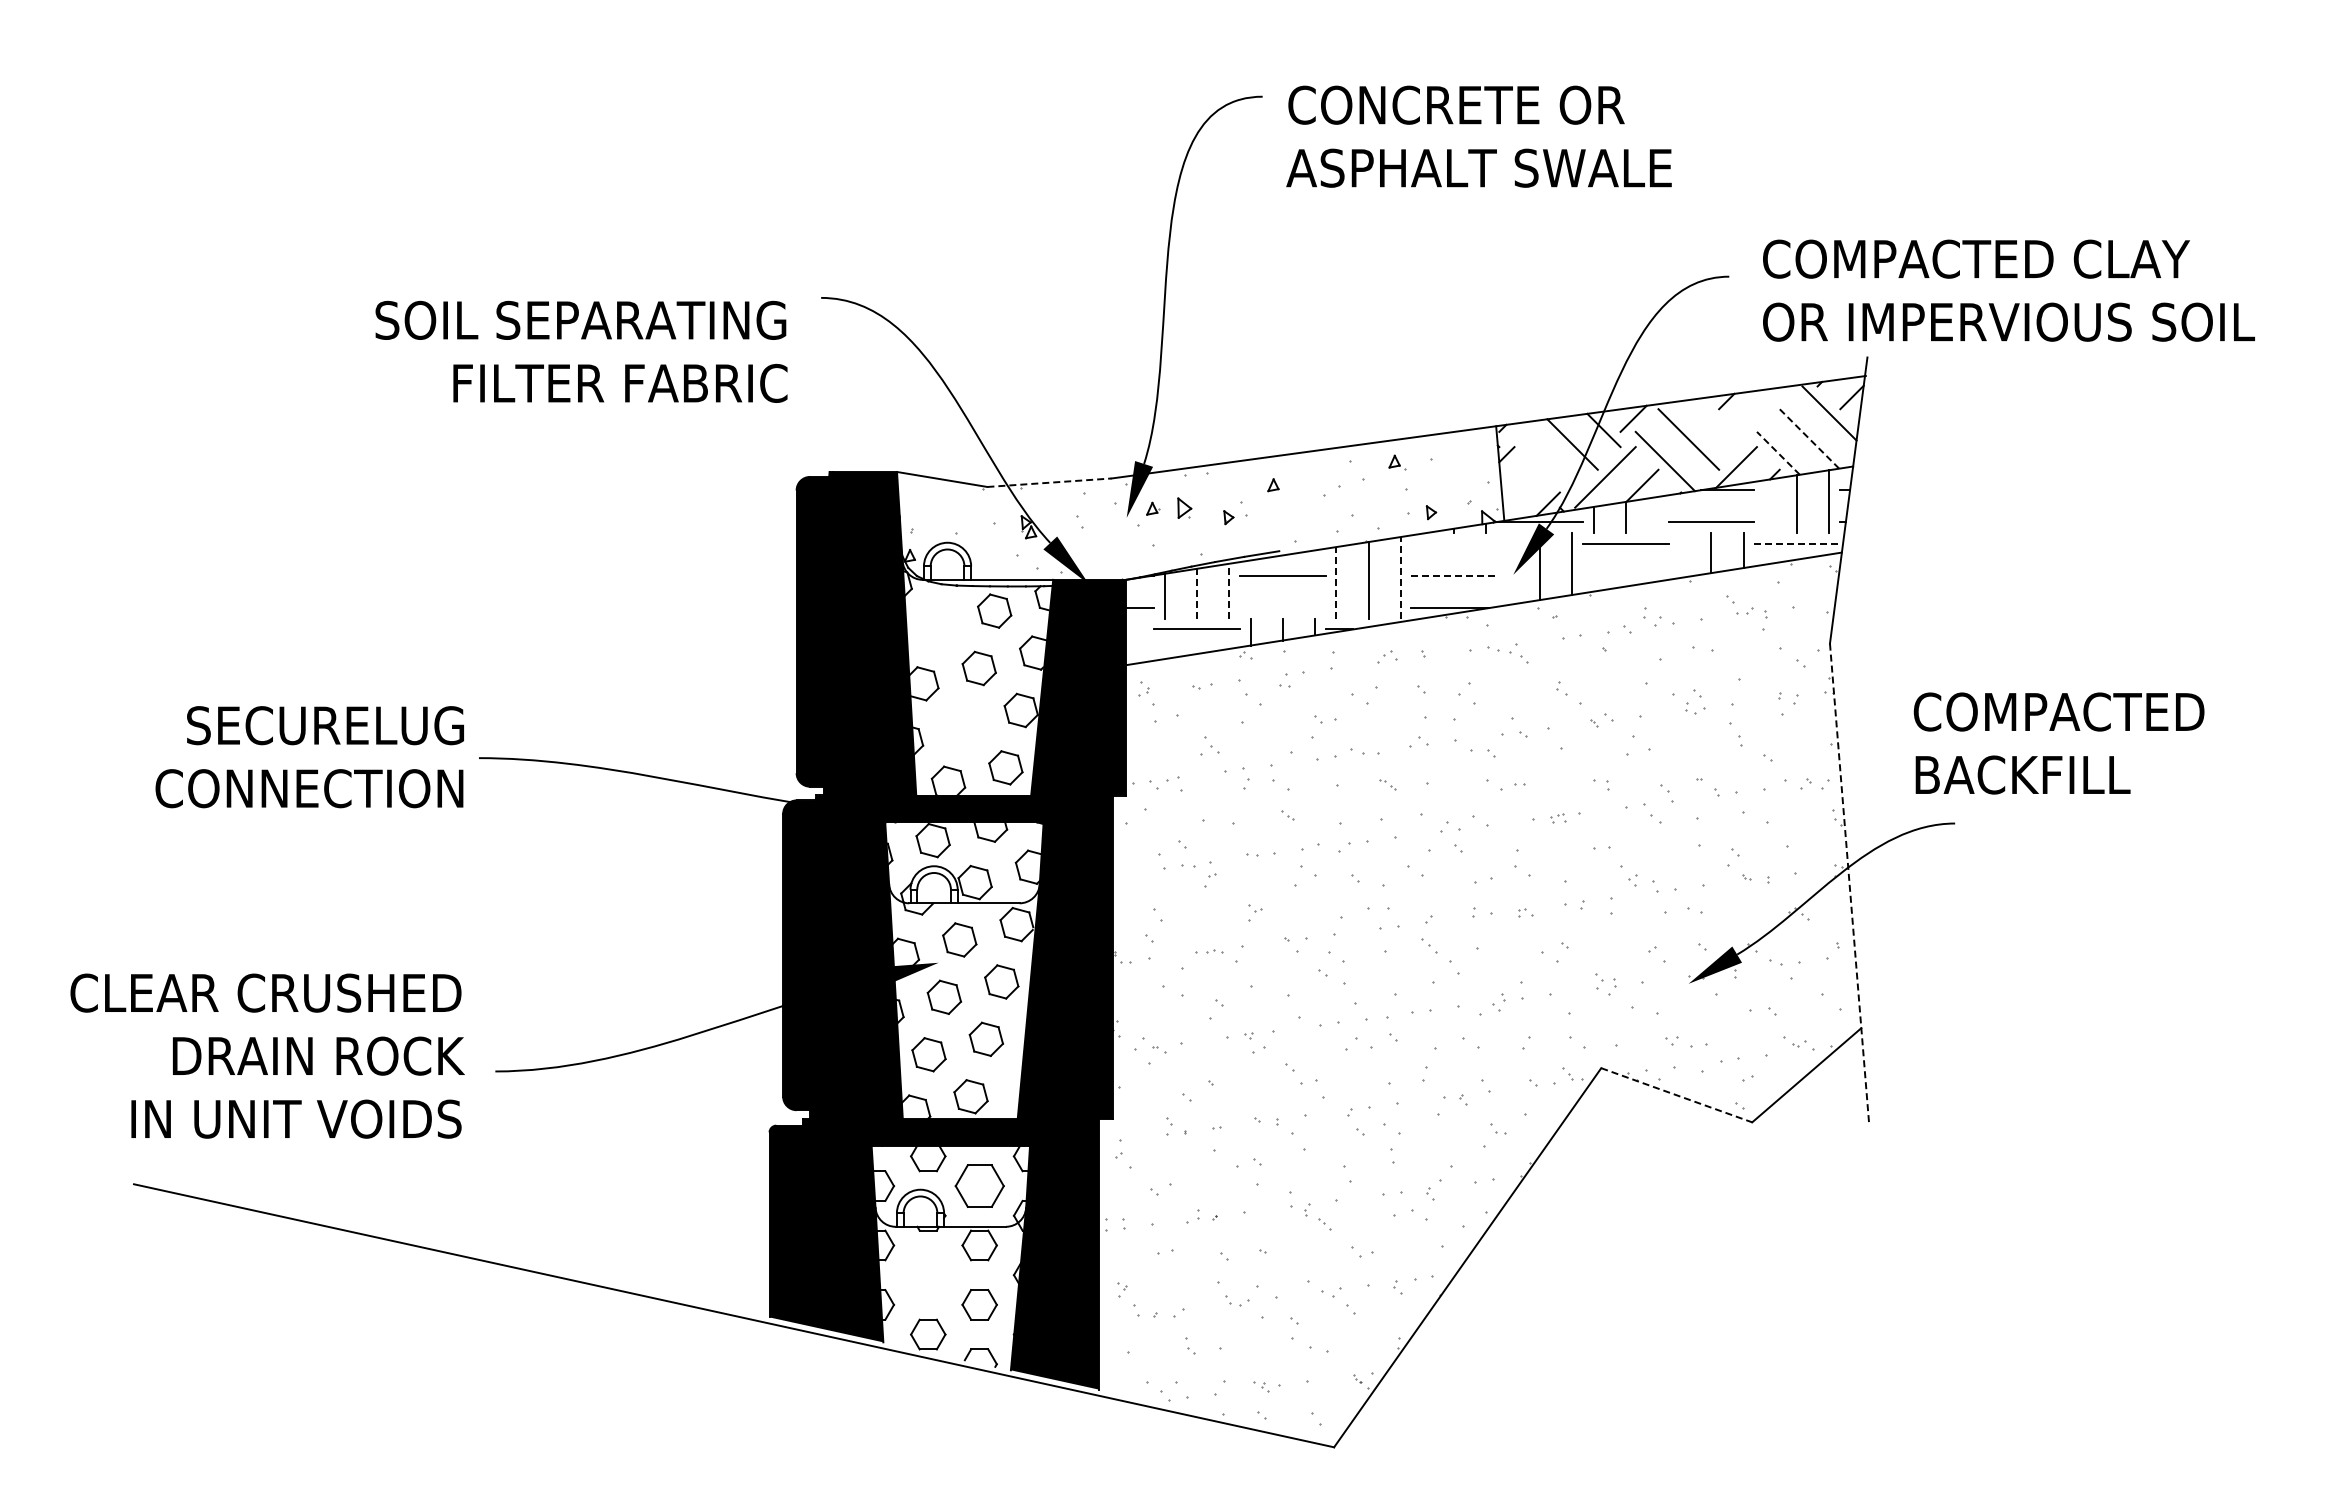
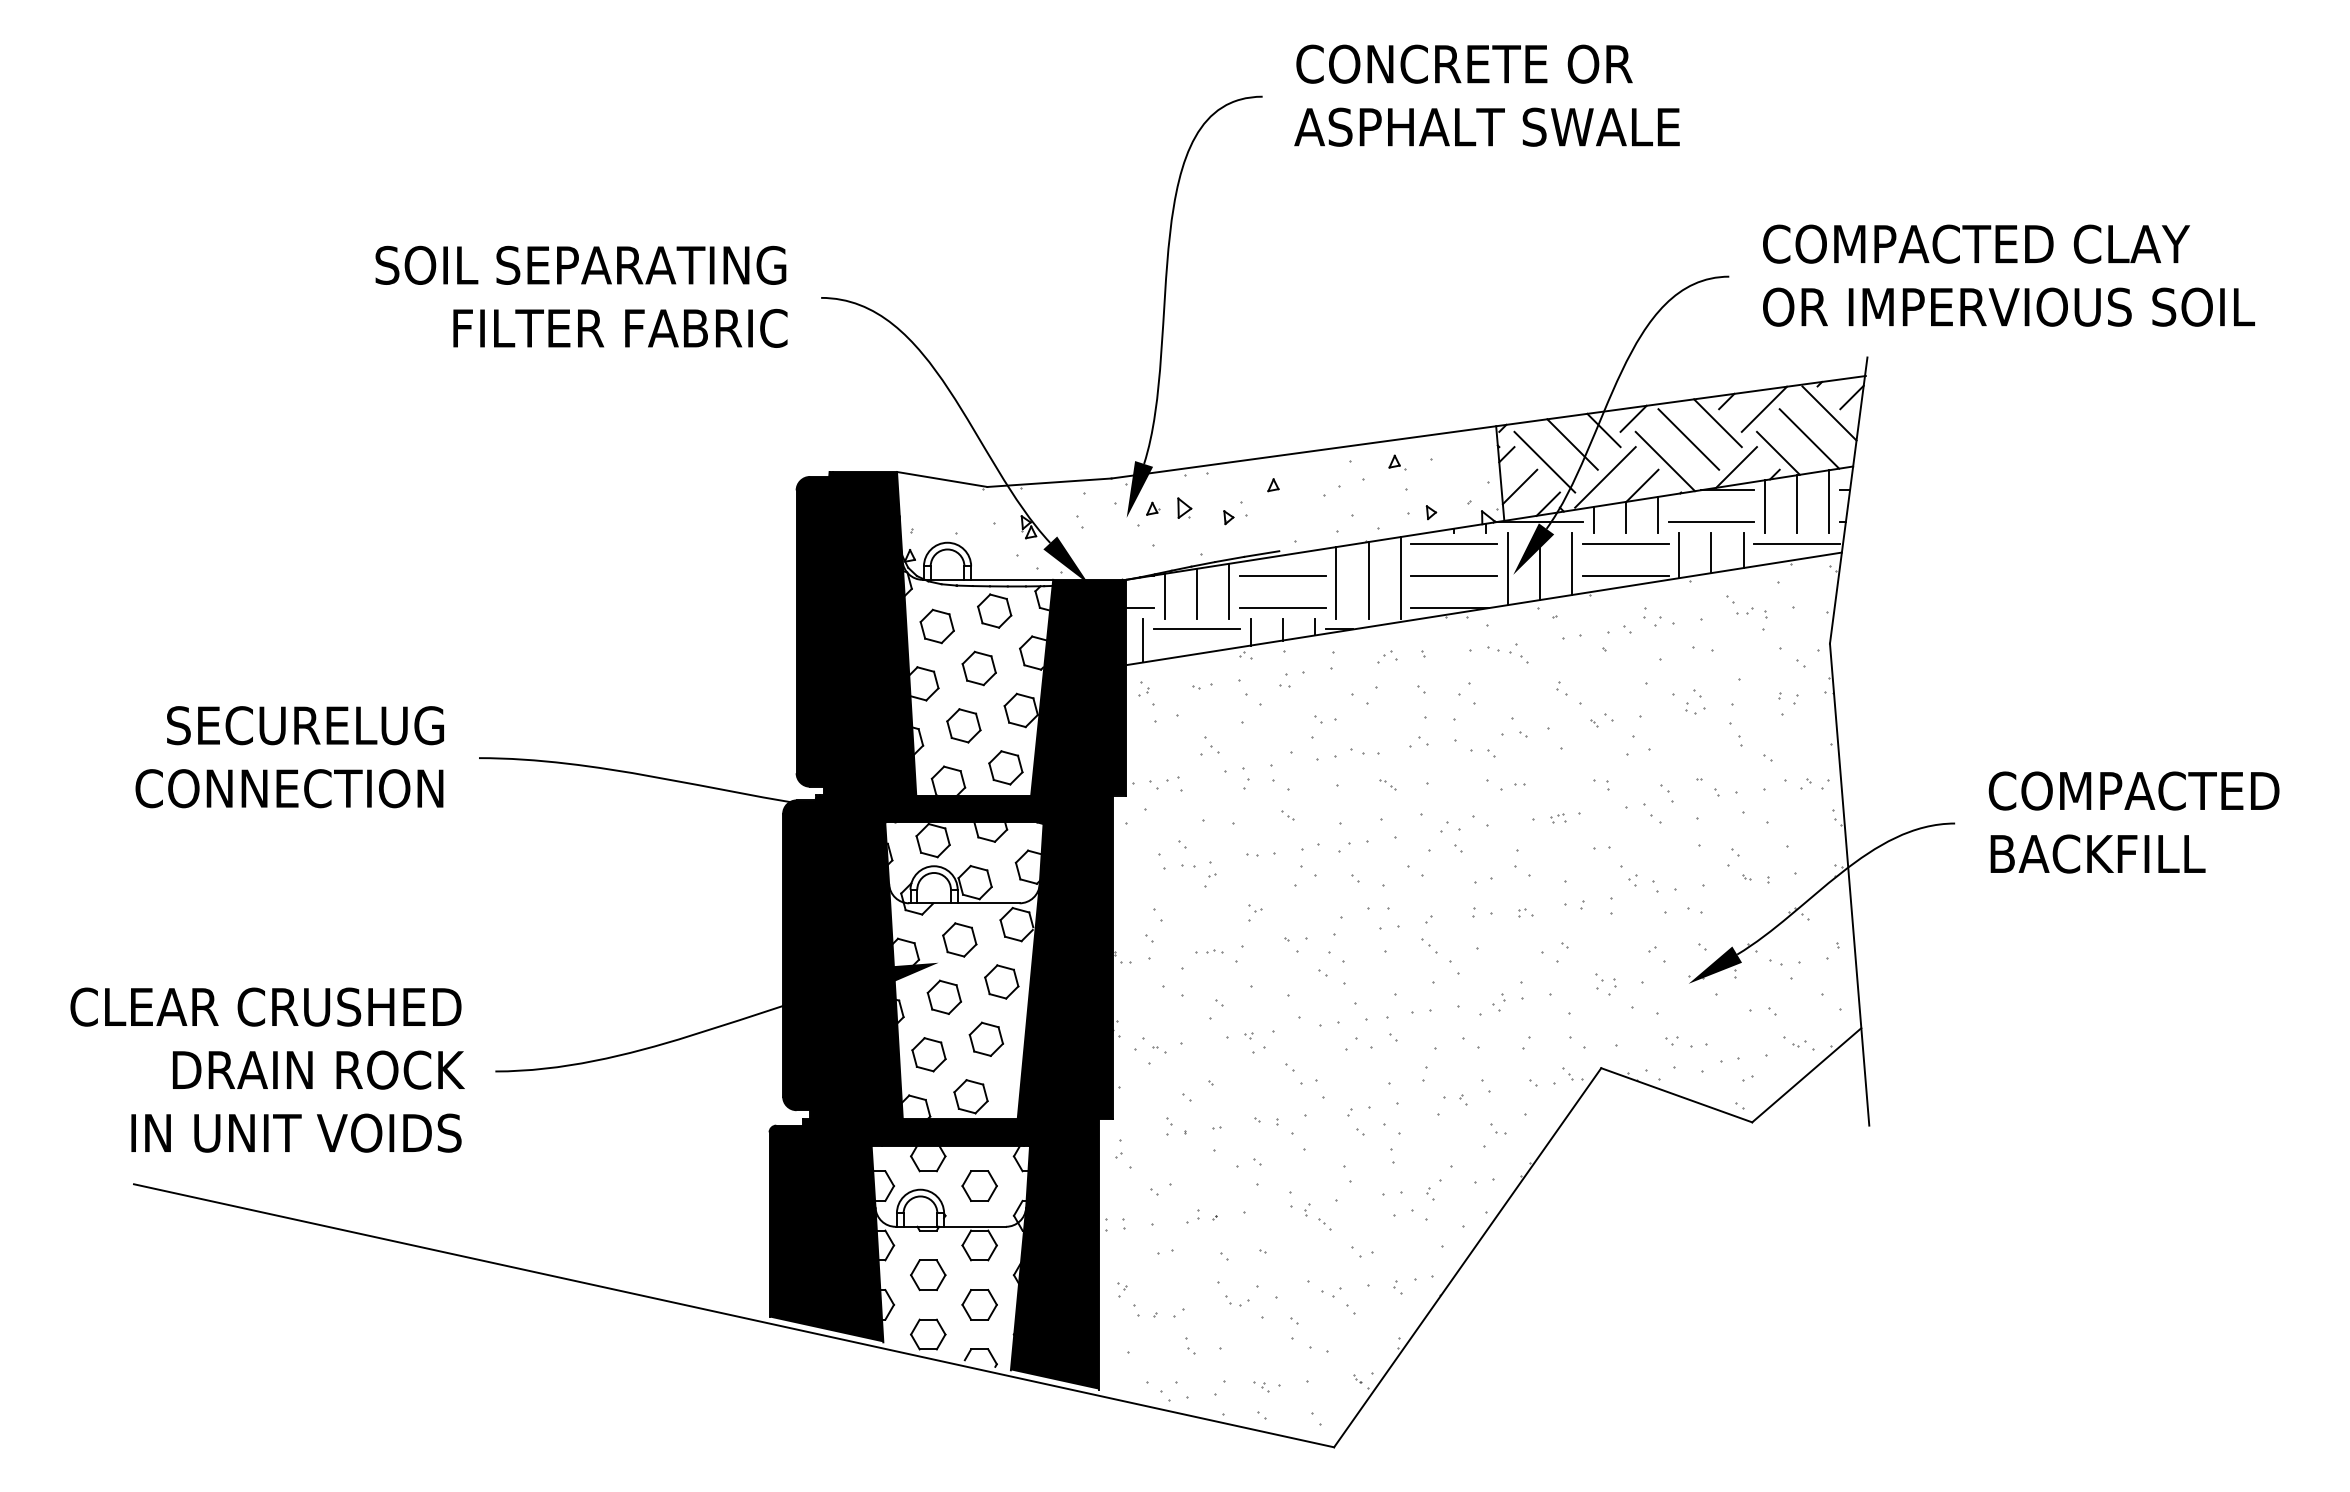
text at (1478, 136) position: (1478, 136) -> (1486, 95)
text at (2008, 290) position: (2008, 290) -> (2008, 275)
text at (581, 351) position: (581, 351) -> (581, 296)
line at (1764, 408): none -> present
line at (1717, 423): none -> present
line at (1809, 438): dashed -> solid
line at (1778, 453): dashed -> solid
line at (1544, 461): none -> present
line at (1049, 482): dashed -> solid
line at (1519, 486): none -> present
line at (1765, 506): none -> present
line at (1657, 514): none -> present
line at (1454, 543): none -> present
line at (1797, 543): dashed -> solid
line at (1679, 555): none -> present
line at (1507, 569): none -> present
line at (1454, 575): dashed -> solid
line at (1625, 575): none -> present
line at (1400, 577): dashed -> solid
line at (1336, 582): dashed -> solid
line at (1229, 590): dashed -> solid
line at (1197, 593): dashed -> solid
line at (1282, 608): none -> present
part at (936, 626): none -> present
line at (1143, 640): none -> present
part at (963, 725): none -> present
text at (2058, 743) position: (2058, 743) -> (2133, 822)
text at (309, 757) position: (309, 757) -> (289, 757)
line at (1849, 884): dashed -> solid
text at (267, 1055) position: (267, 1055) -> (267, 1069)
line at (1677, 1095): dashed -> solid
part at (979, 1185) size: 51x44 px -> 37x32 px
part at (928, 1275): none -> present
